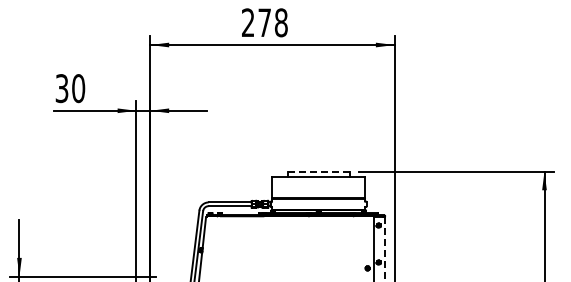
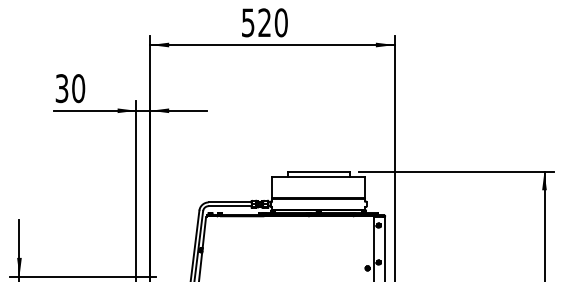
text at (264, 22): 278 -> 520
line at (318, 171): dashed -> solid
line at (385, 249): dashed -> solid
